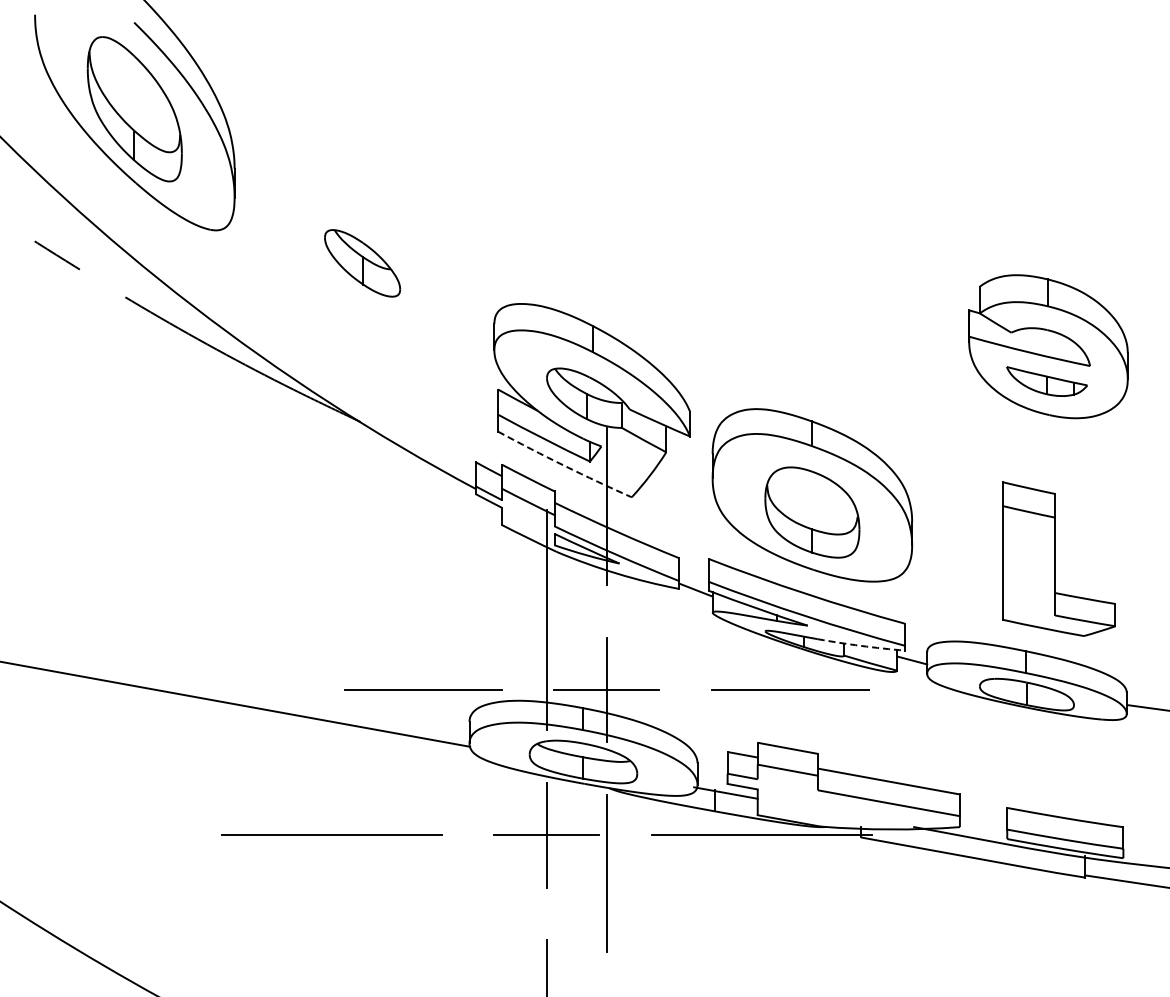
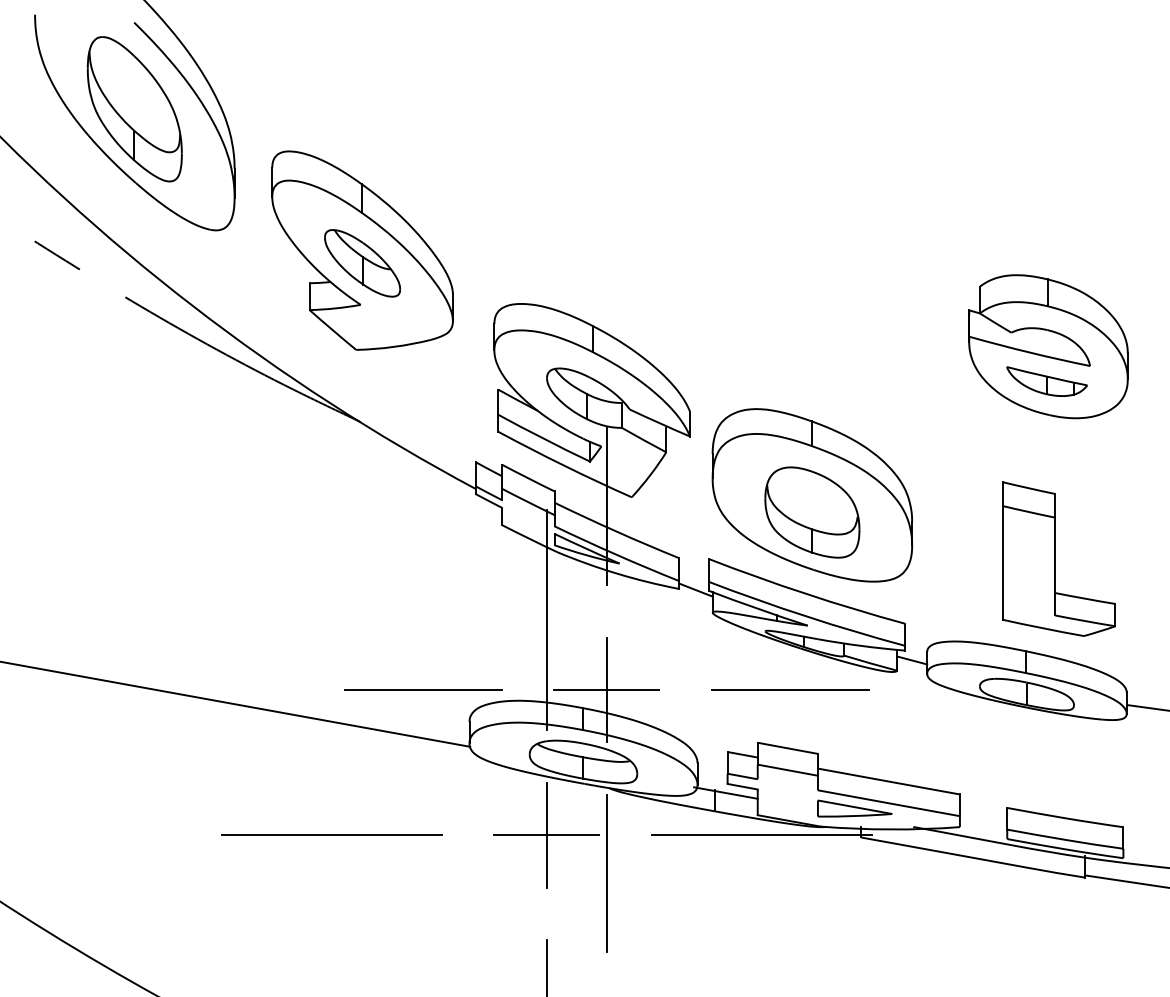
part at (362, 250): none -> present
arc at (564, 465): dashed -> solid
arc at (861, 645): dashed -> solid
part at (854, 808): none -> present
